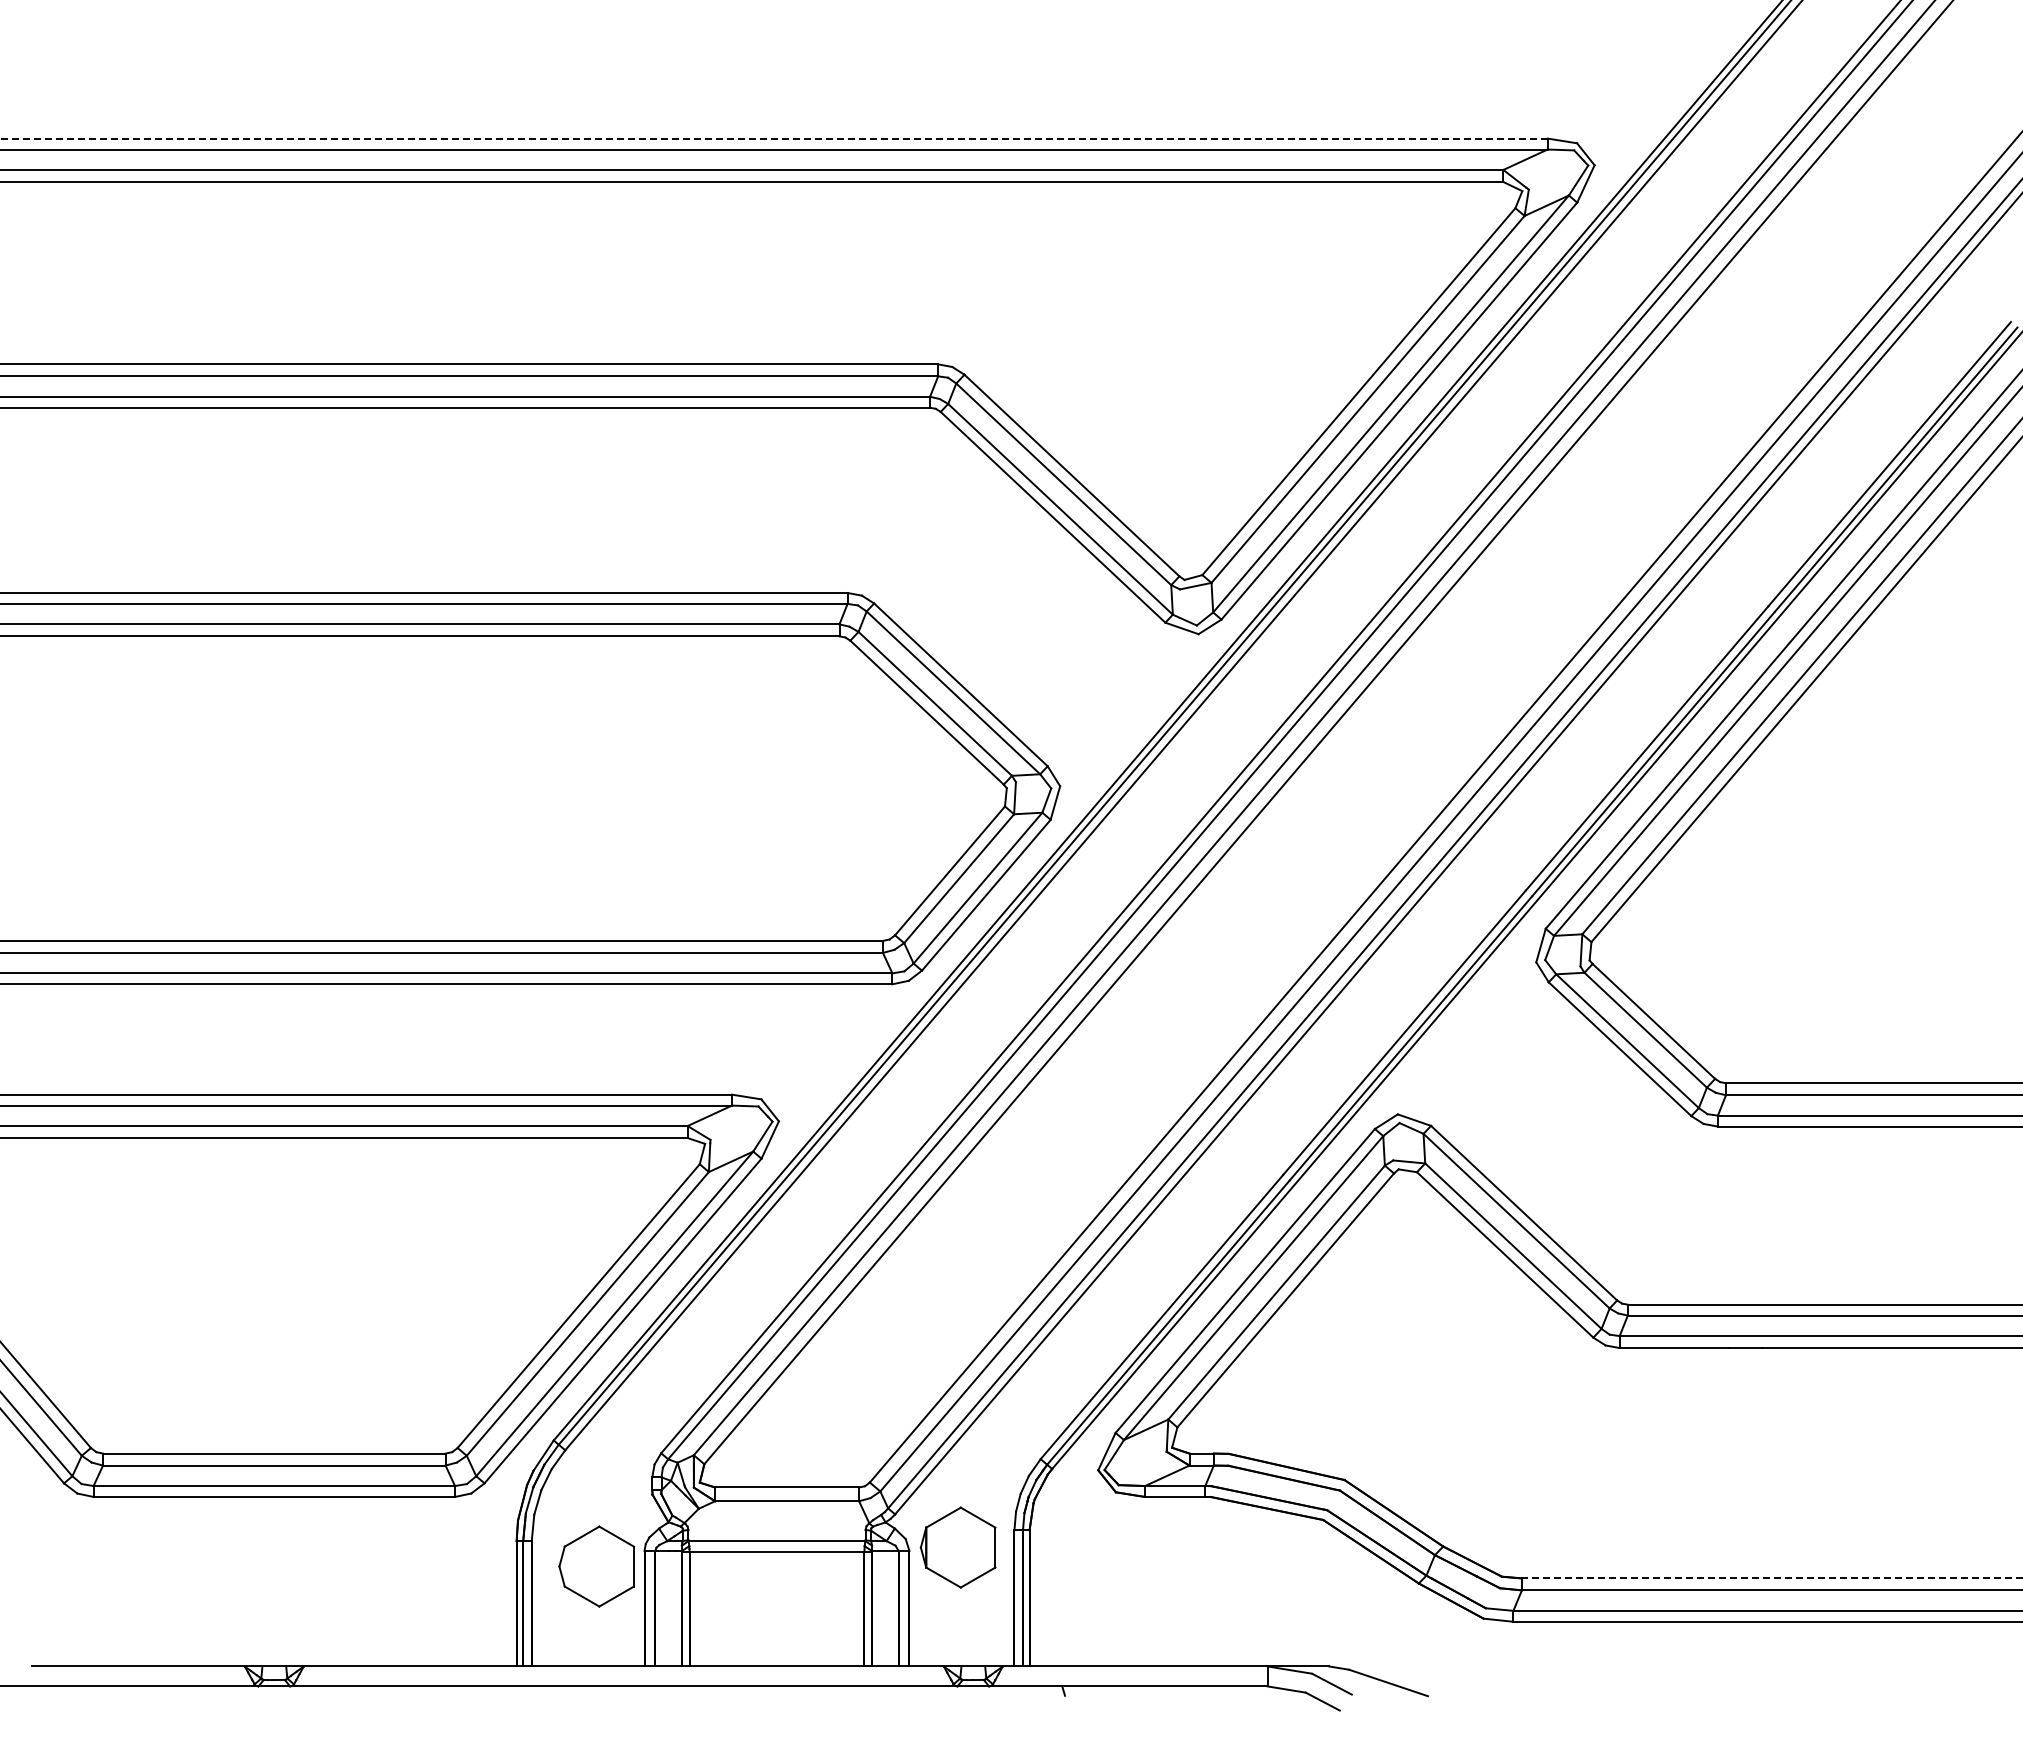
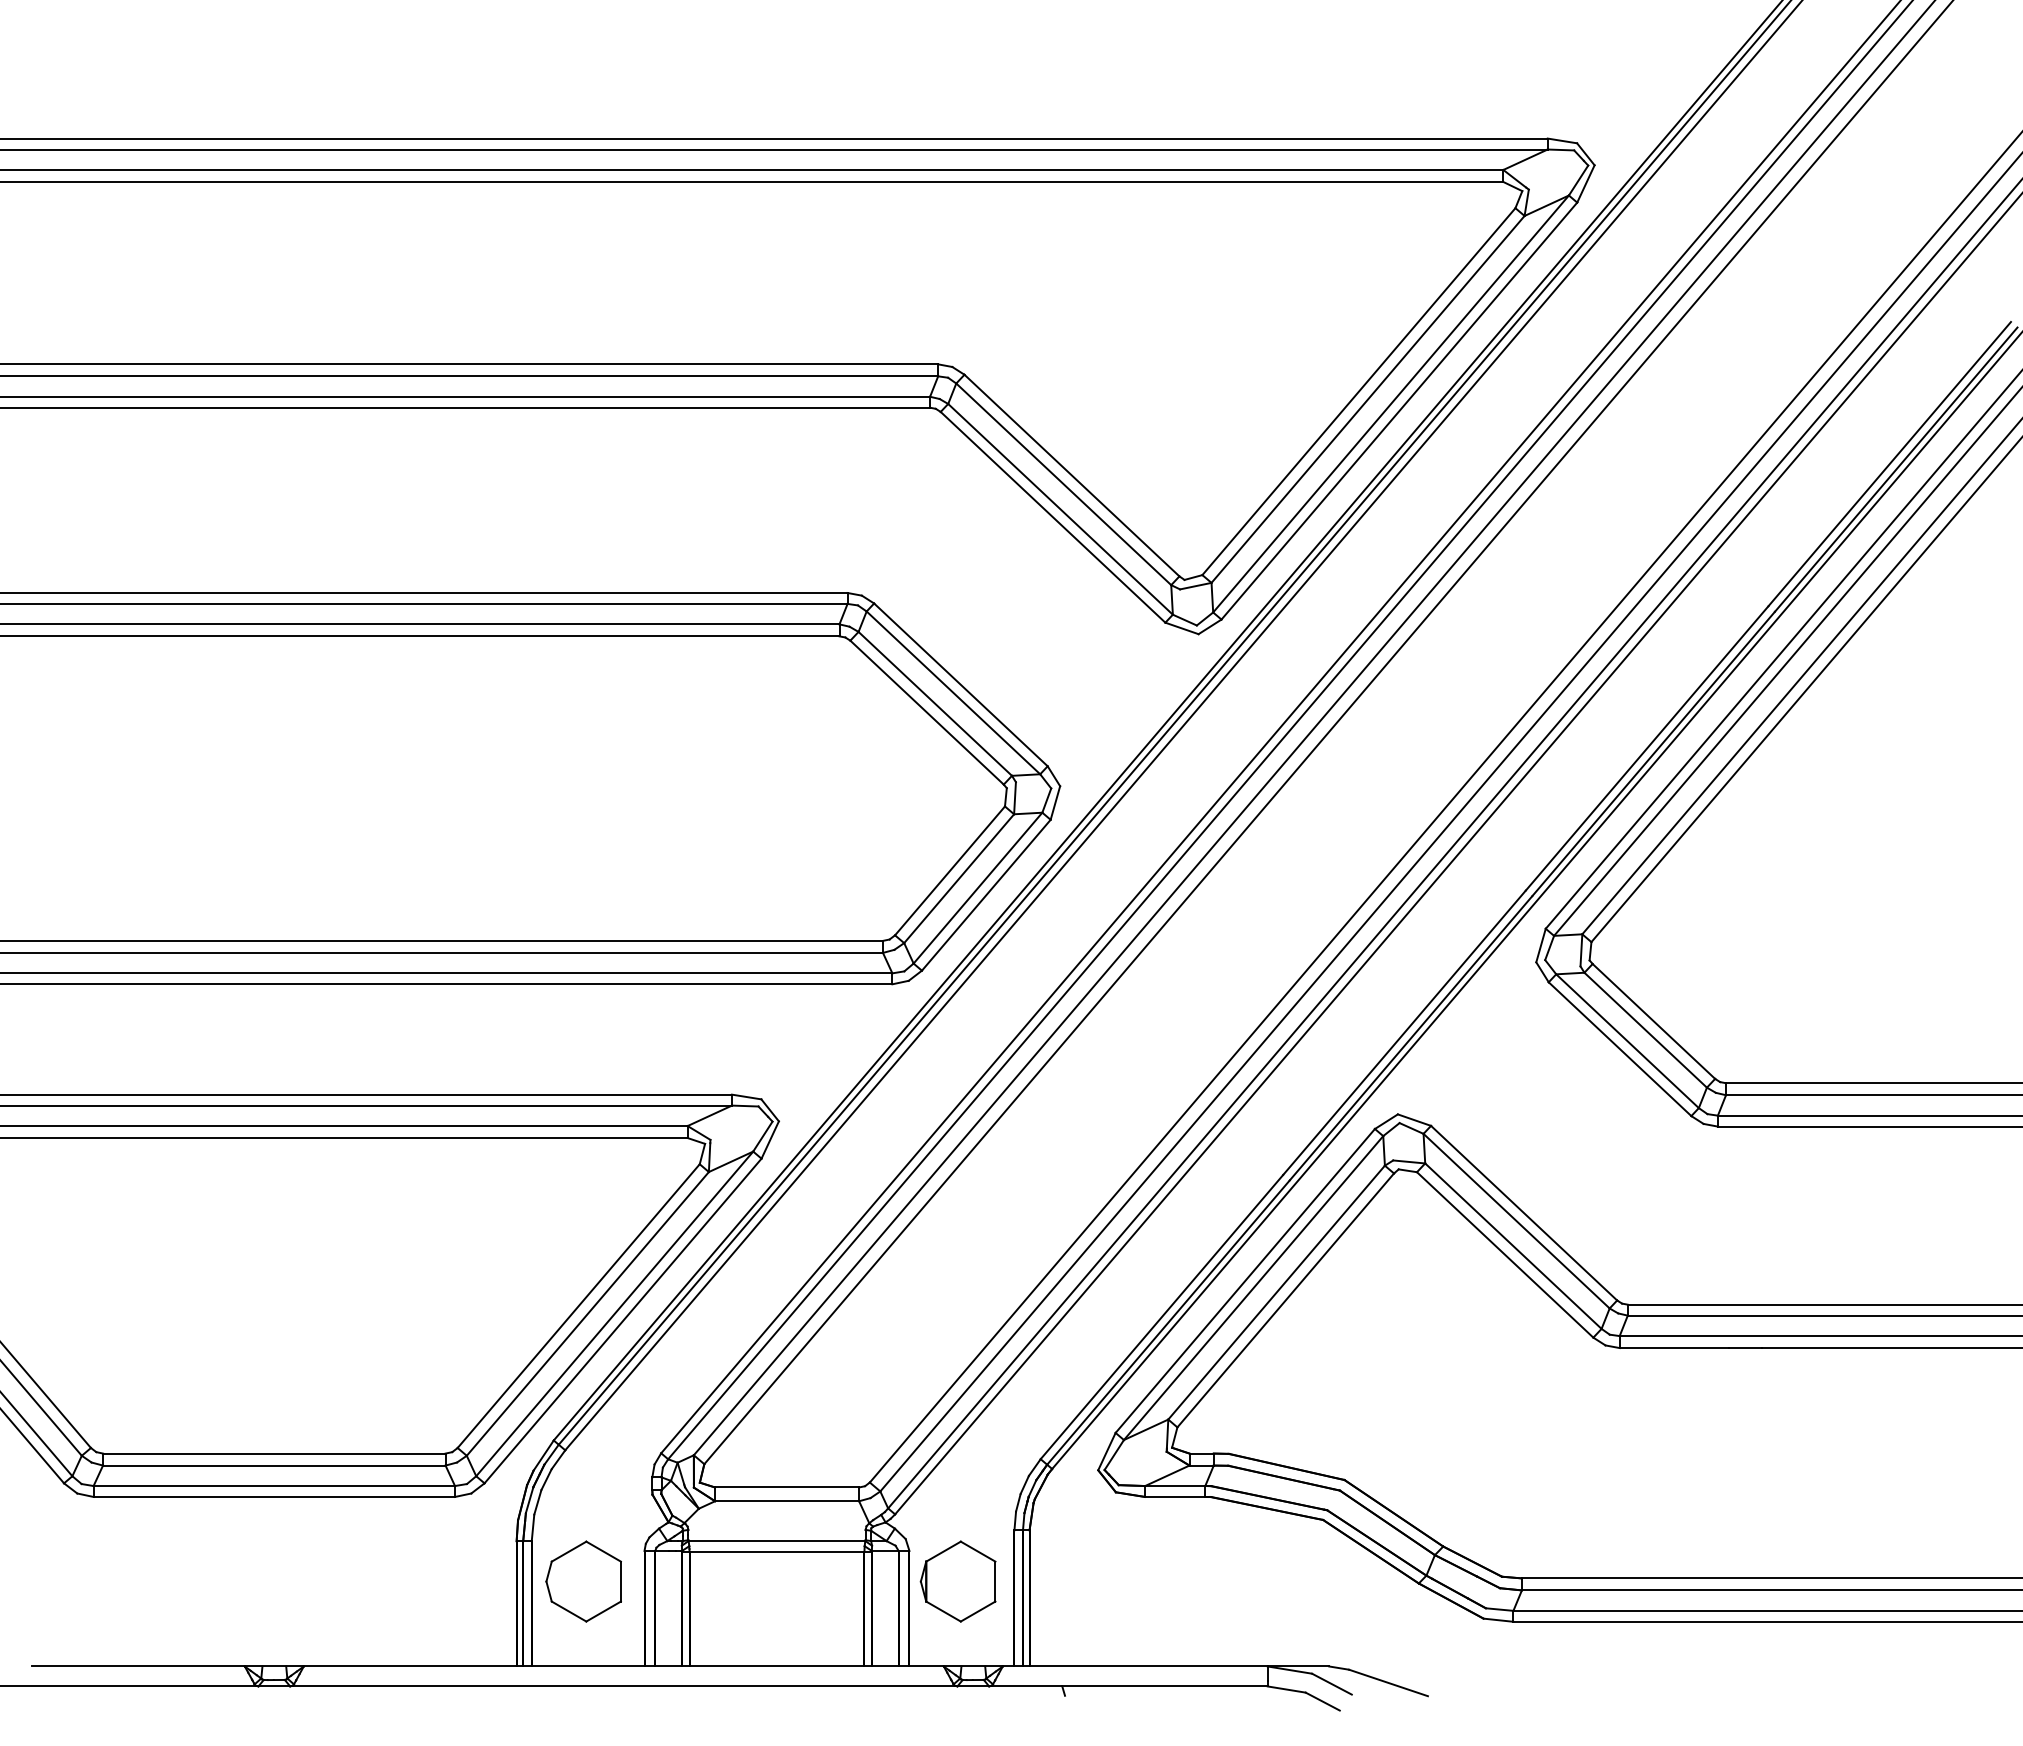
line at (773, 138): dashed -> solid
part at (957, 1547) position: (957, 1547) -> (957, 1581)
part at (596, 1566) position: (596, 1566) -> (583, 1581)
line at (1771, 1578): dashed -> solid
